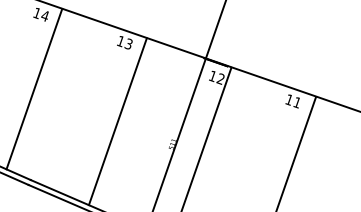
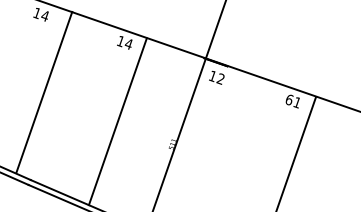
text at (128, 43): 13 -> 14
line at (34, 88) position: (34, 88) -> (44, 91)
text at (289, 99): 11 -> 61
line at (206, 137): present -> none
